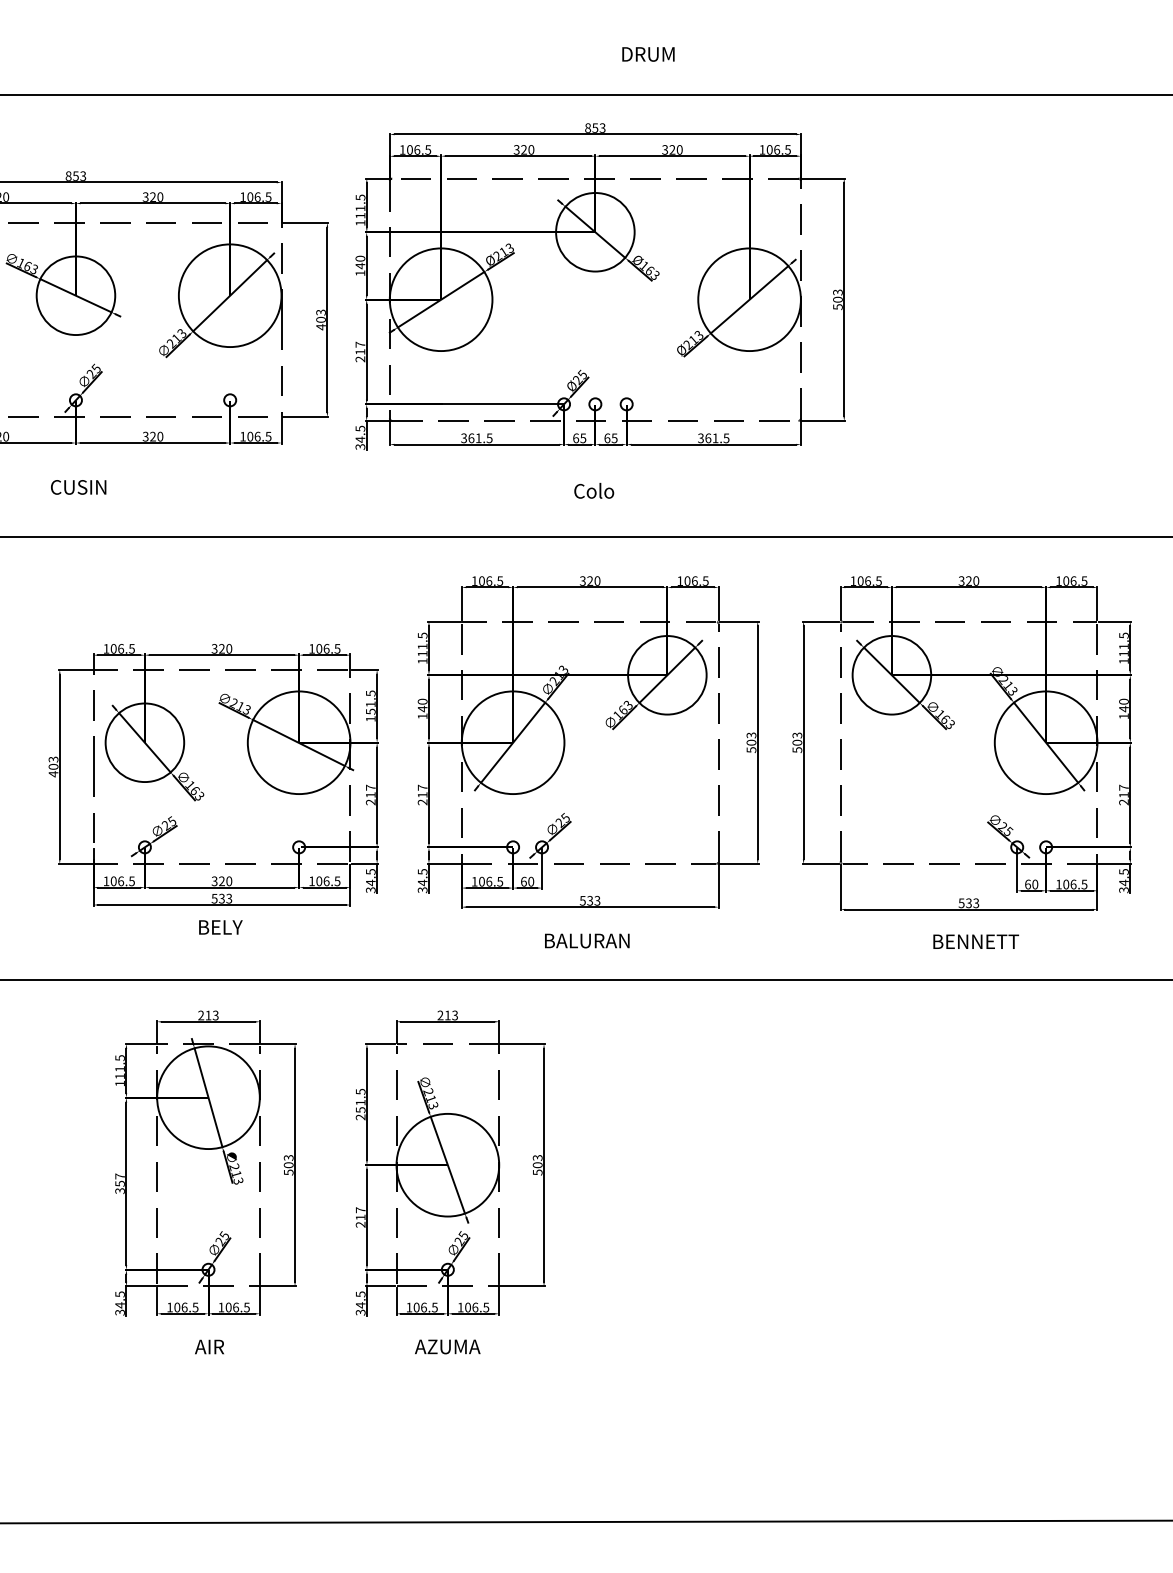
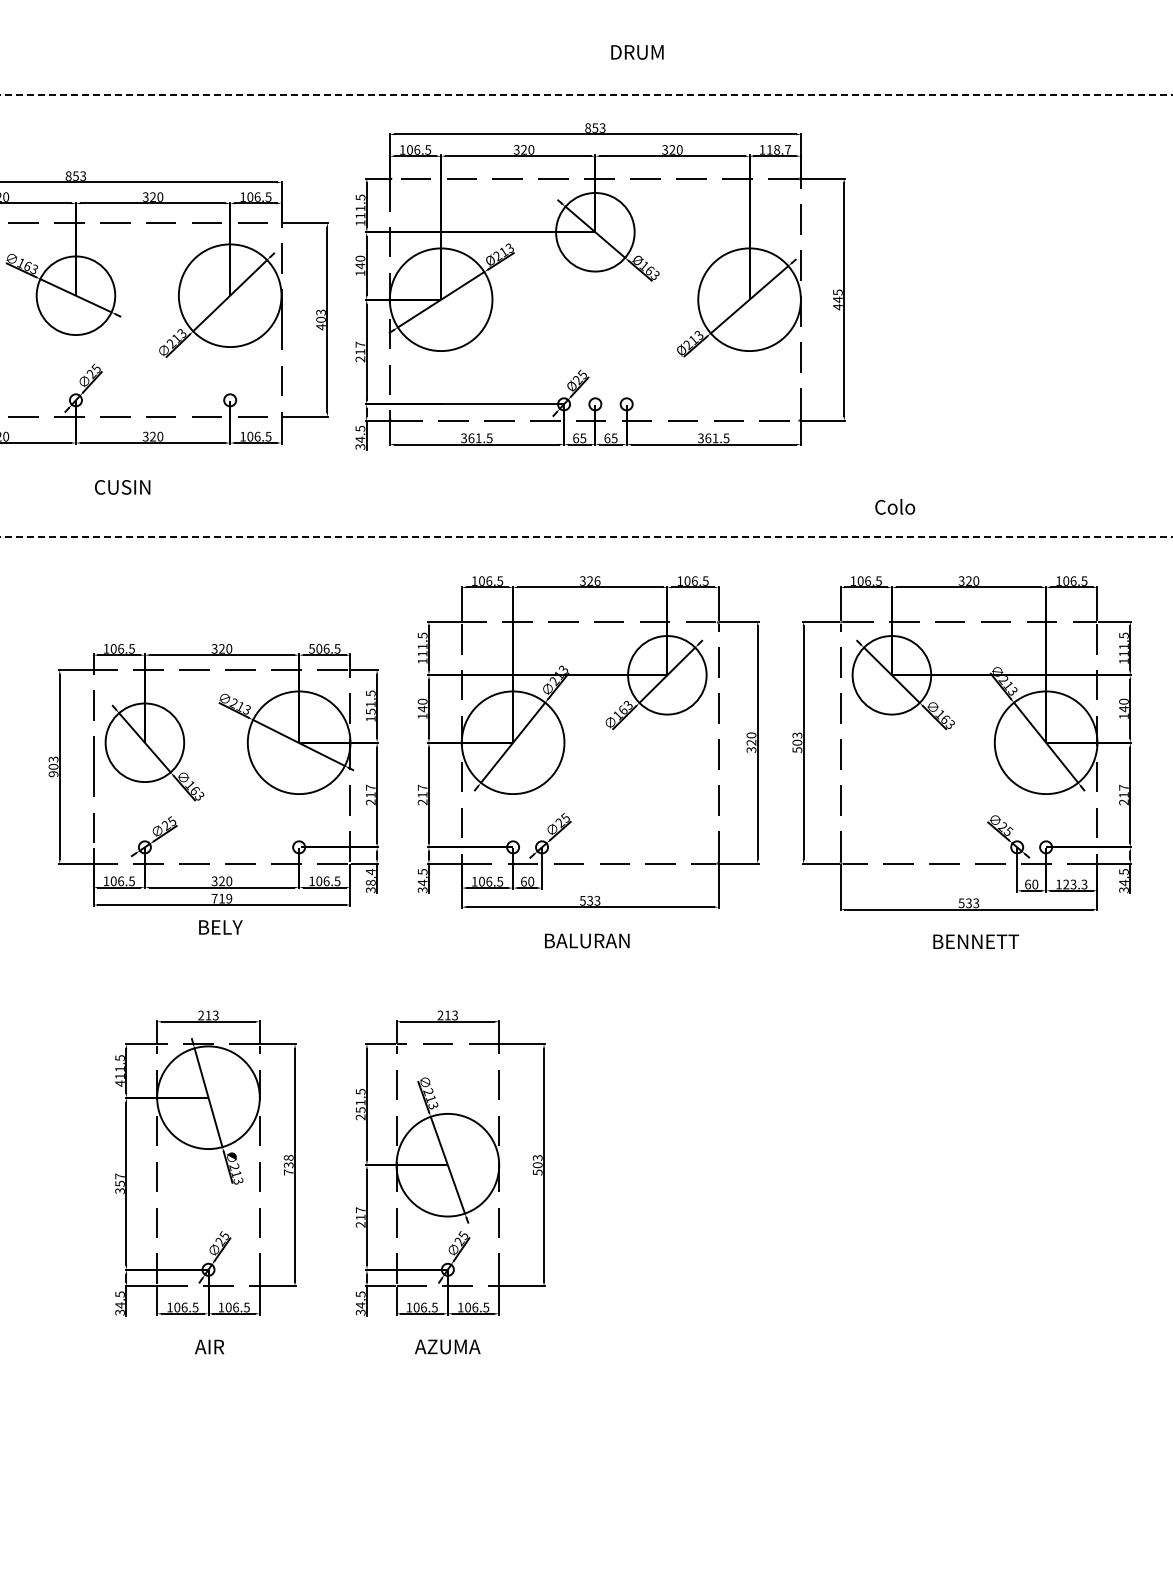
text at (648, 54) position: (648, 54) -> (637, 52)
line at (586, 94): solid -> dashed
text at (778, 149): 106.5 -> 118.7
text at (837, 299): 503 -> 445
text at (78, 487) position: (78, 487) -> (122, 487)
text at (594, 490) position: (594, 490) -> (895, 506)
line at (586, 536): solid -> dashed
text at (597, 580): 320 -> 326
text at (311, 648): 106.5 -> 506.5
text at (751, 742): 503 -> 320
text at (53, 774): 403 -> 903
text at (370, 877): 34.5 -> 38.4
text at (1075, 884): 106.5 -> 123.3
text at (221, 898): 533 -> 719
line at (585, 979): present -> none
text at (119, 1083): 111.5 -> 411.5
text at (288, 1165): 503 -> 738
line at (585, 1521): present -> none
